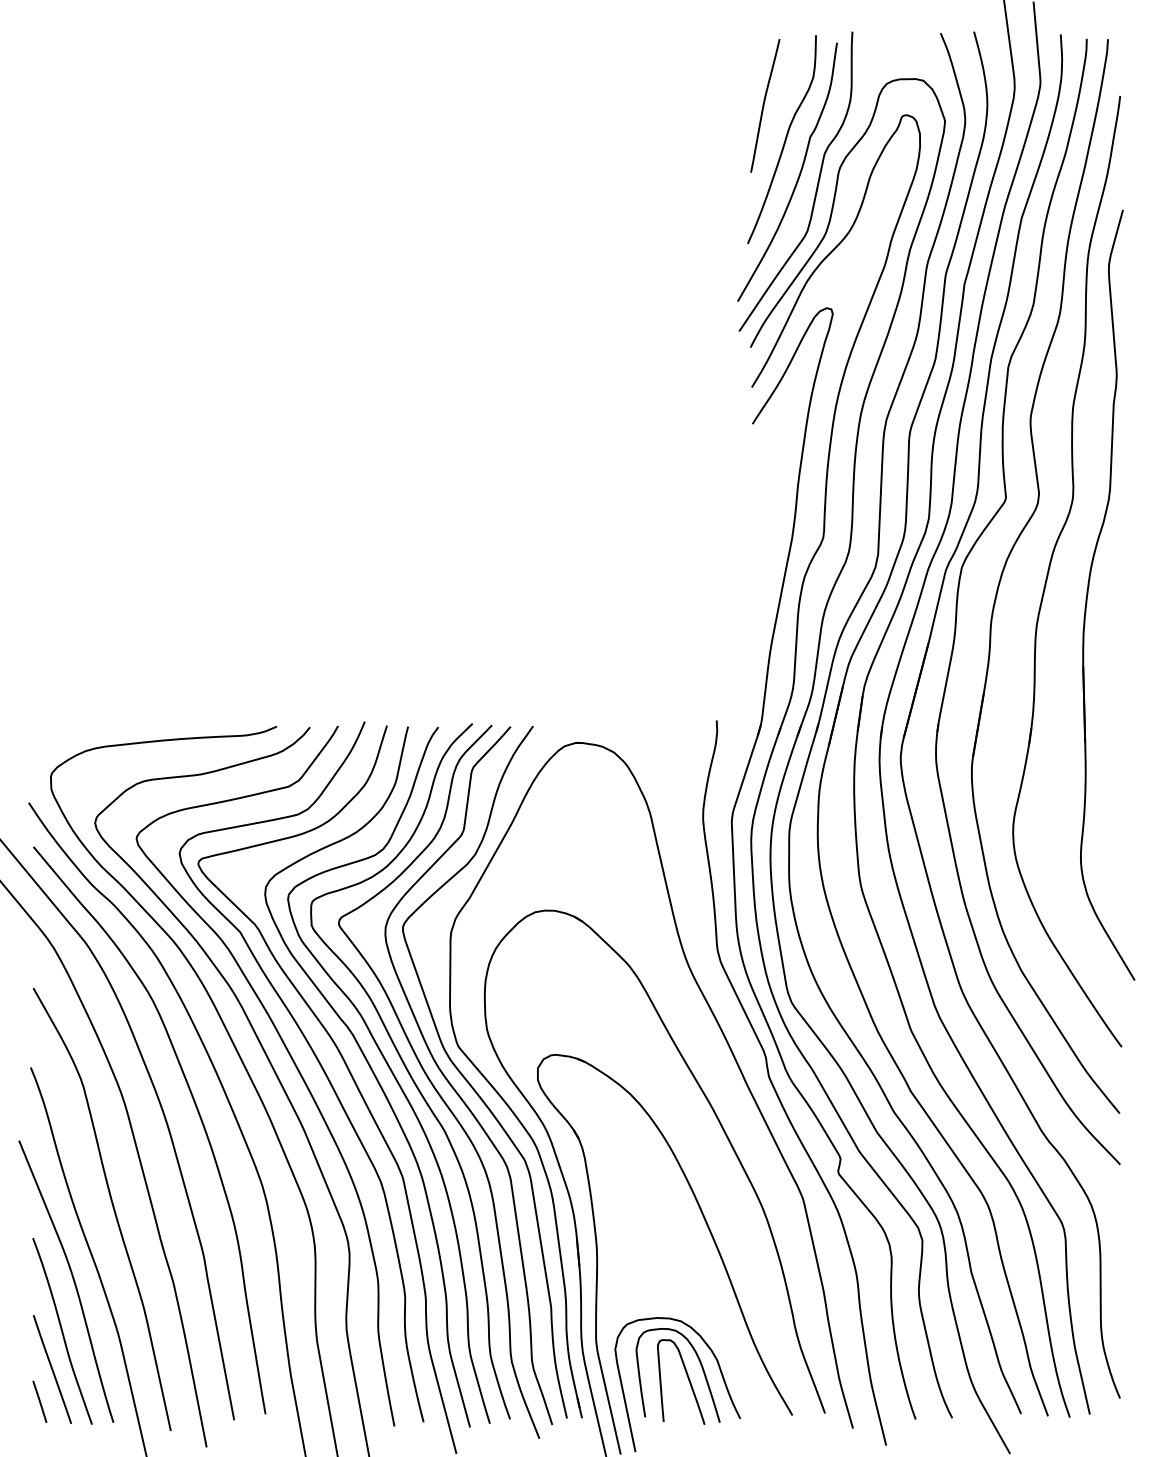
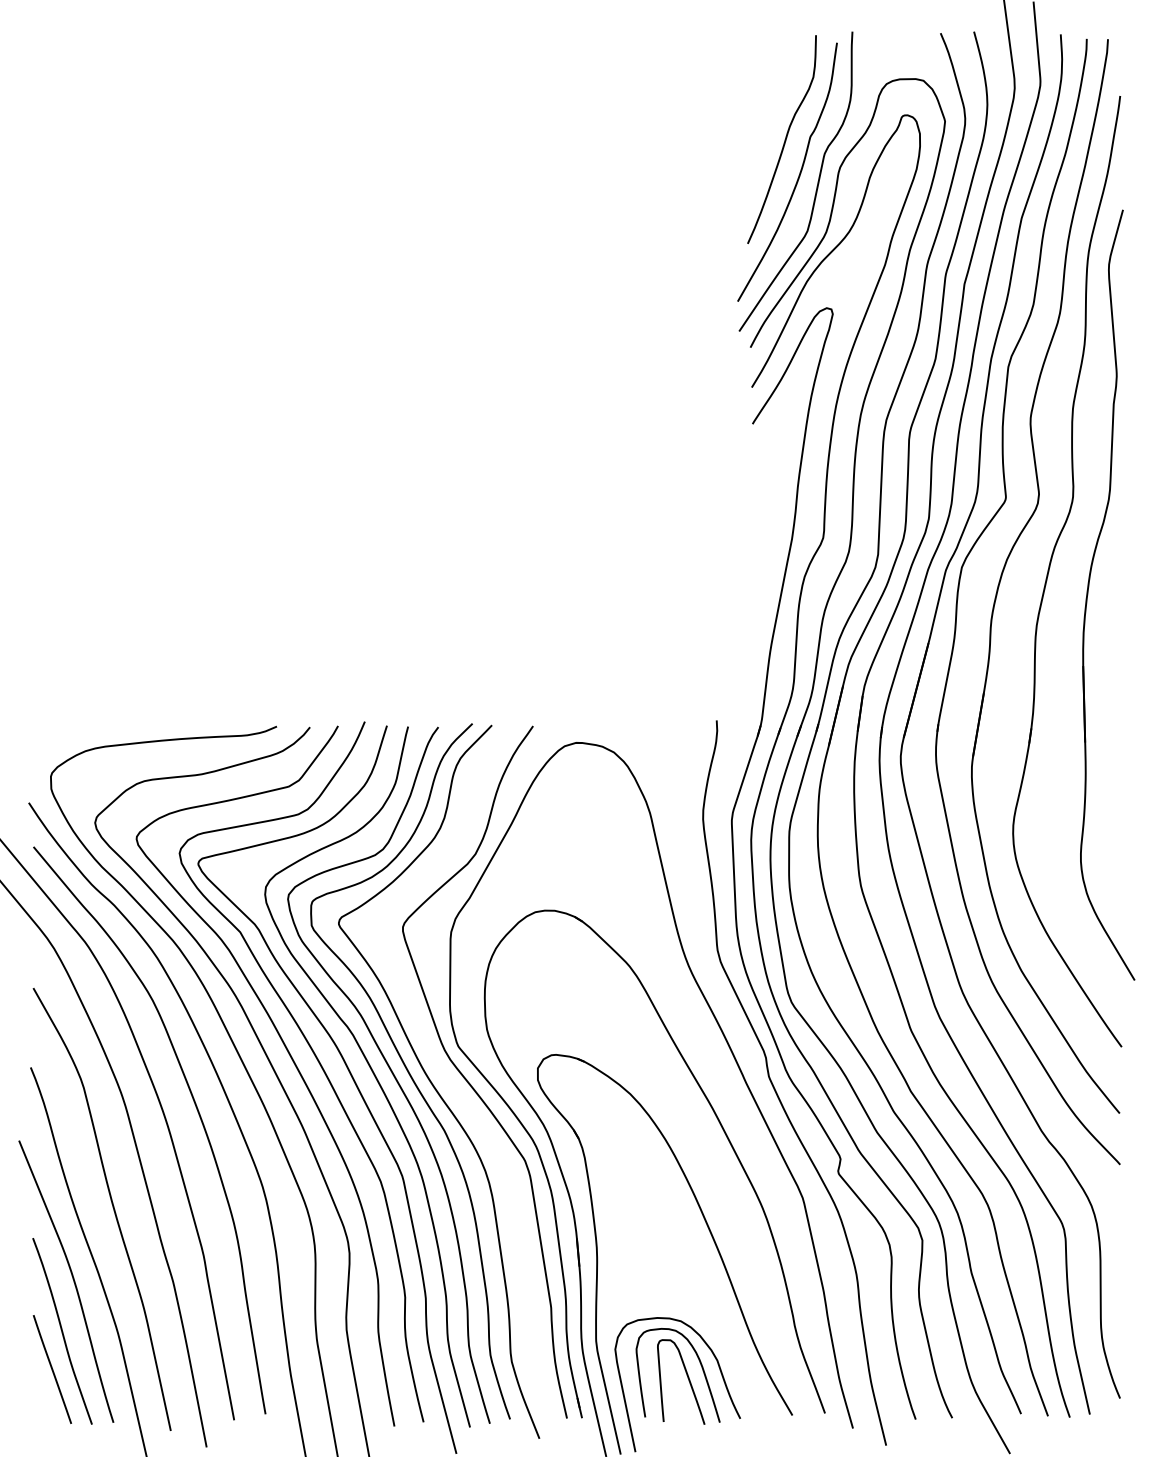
curve at (764, 105): present -> none
curve at (453, 1086): present -> none
line at (39, 1401): present -> none
